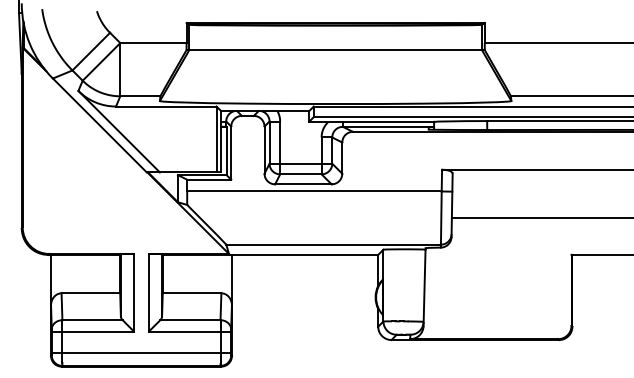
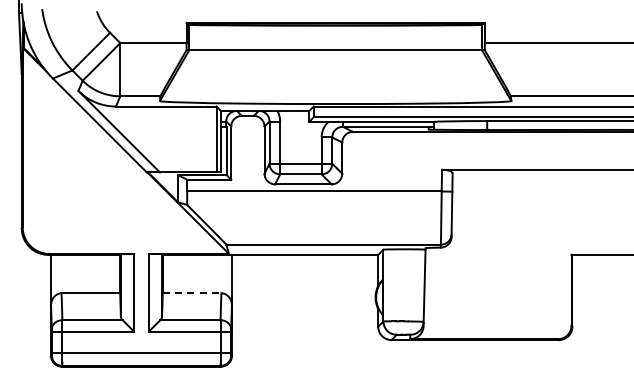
line at (540, 217): present -> none
line at (192, 293): solid -> dashed
